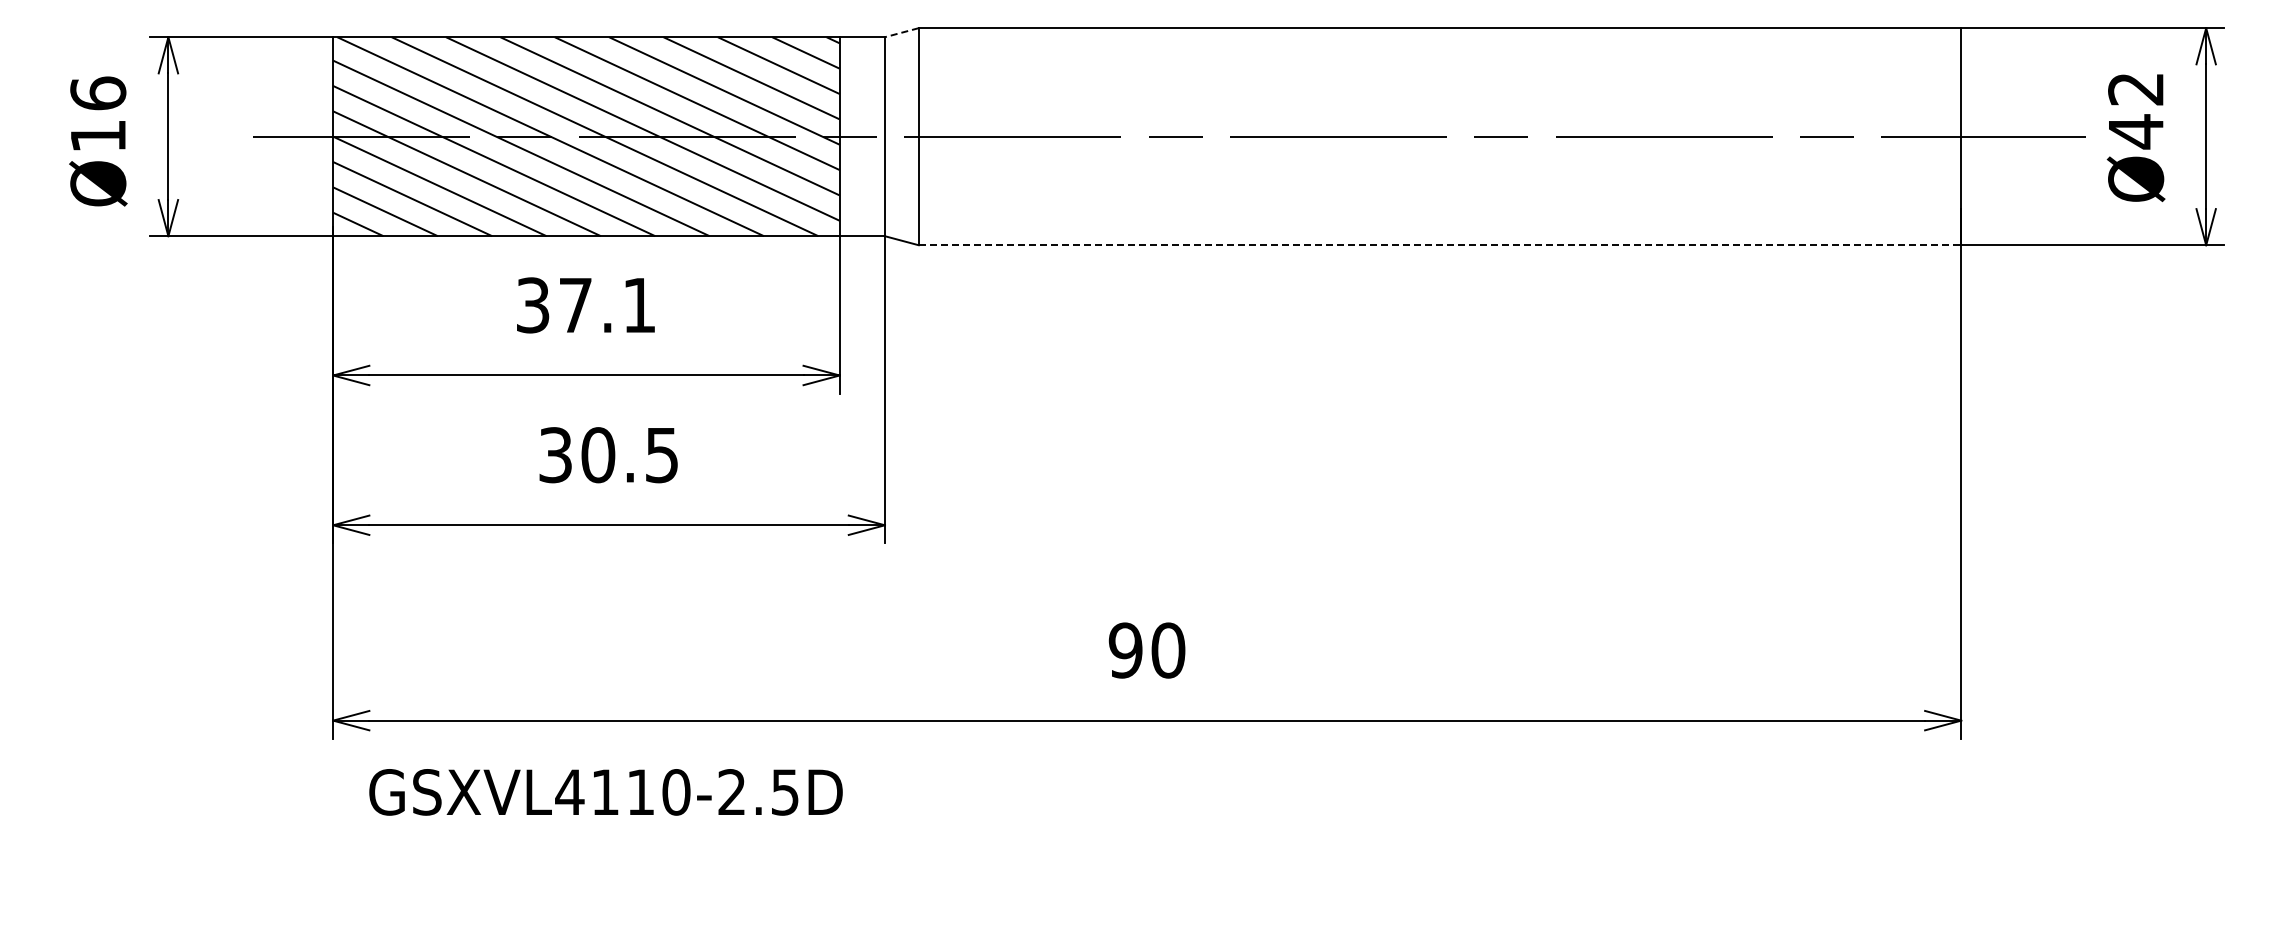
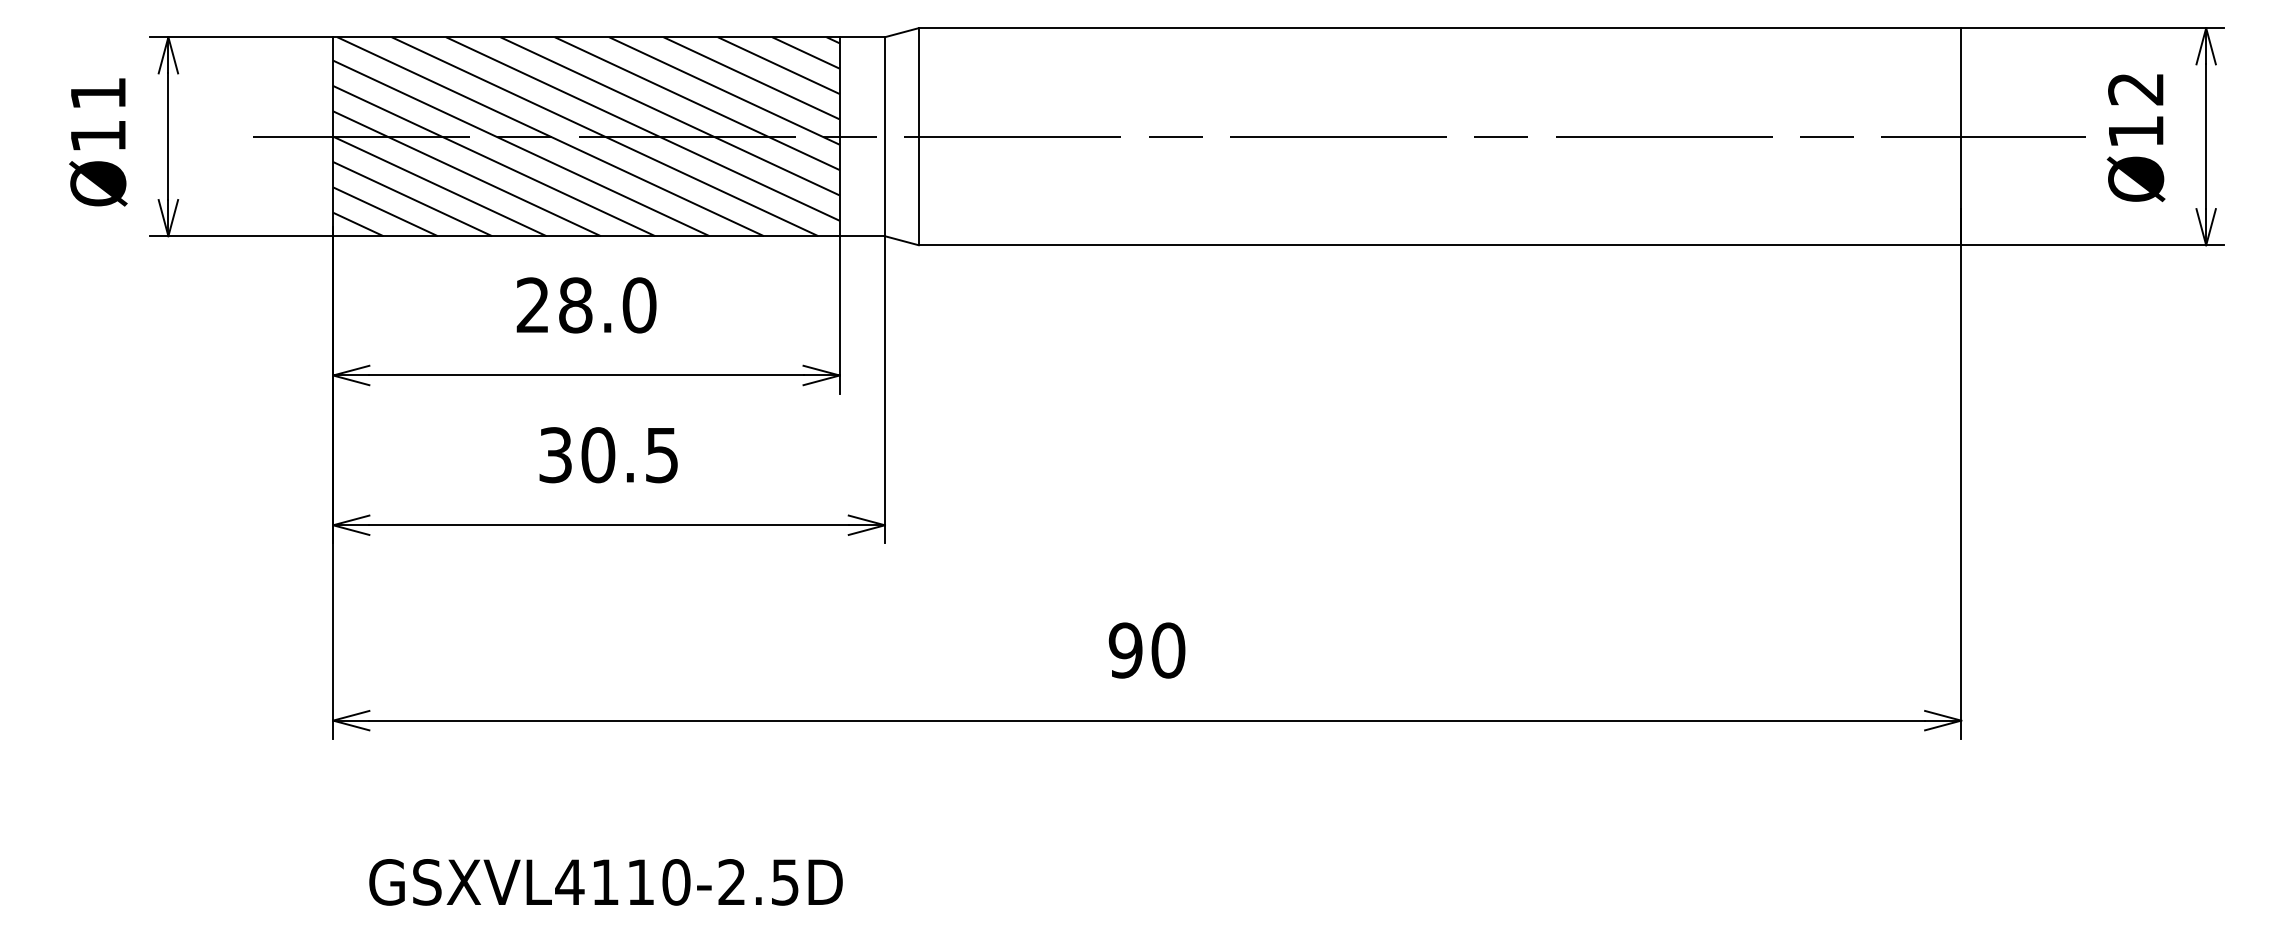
line at (901, 32): dashed -> solid
text at (98, 93): Ø16 -> Ø11
text at (2136, 131): Ø42 -> Ø12
line at (1440, 245): dashed -> solid
text at (586, 305): 37.1 -> 28.0
text at (605, 792) position: (605, 792) -> (605, 882)
